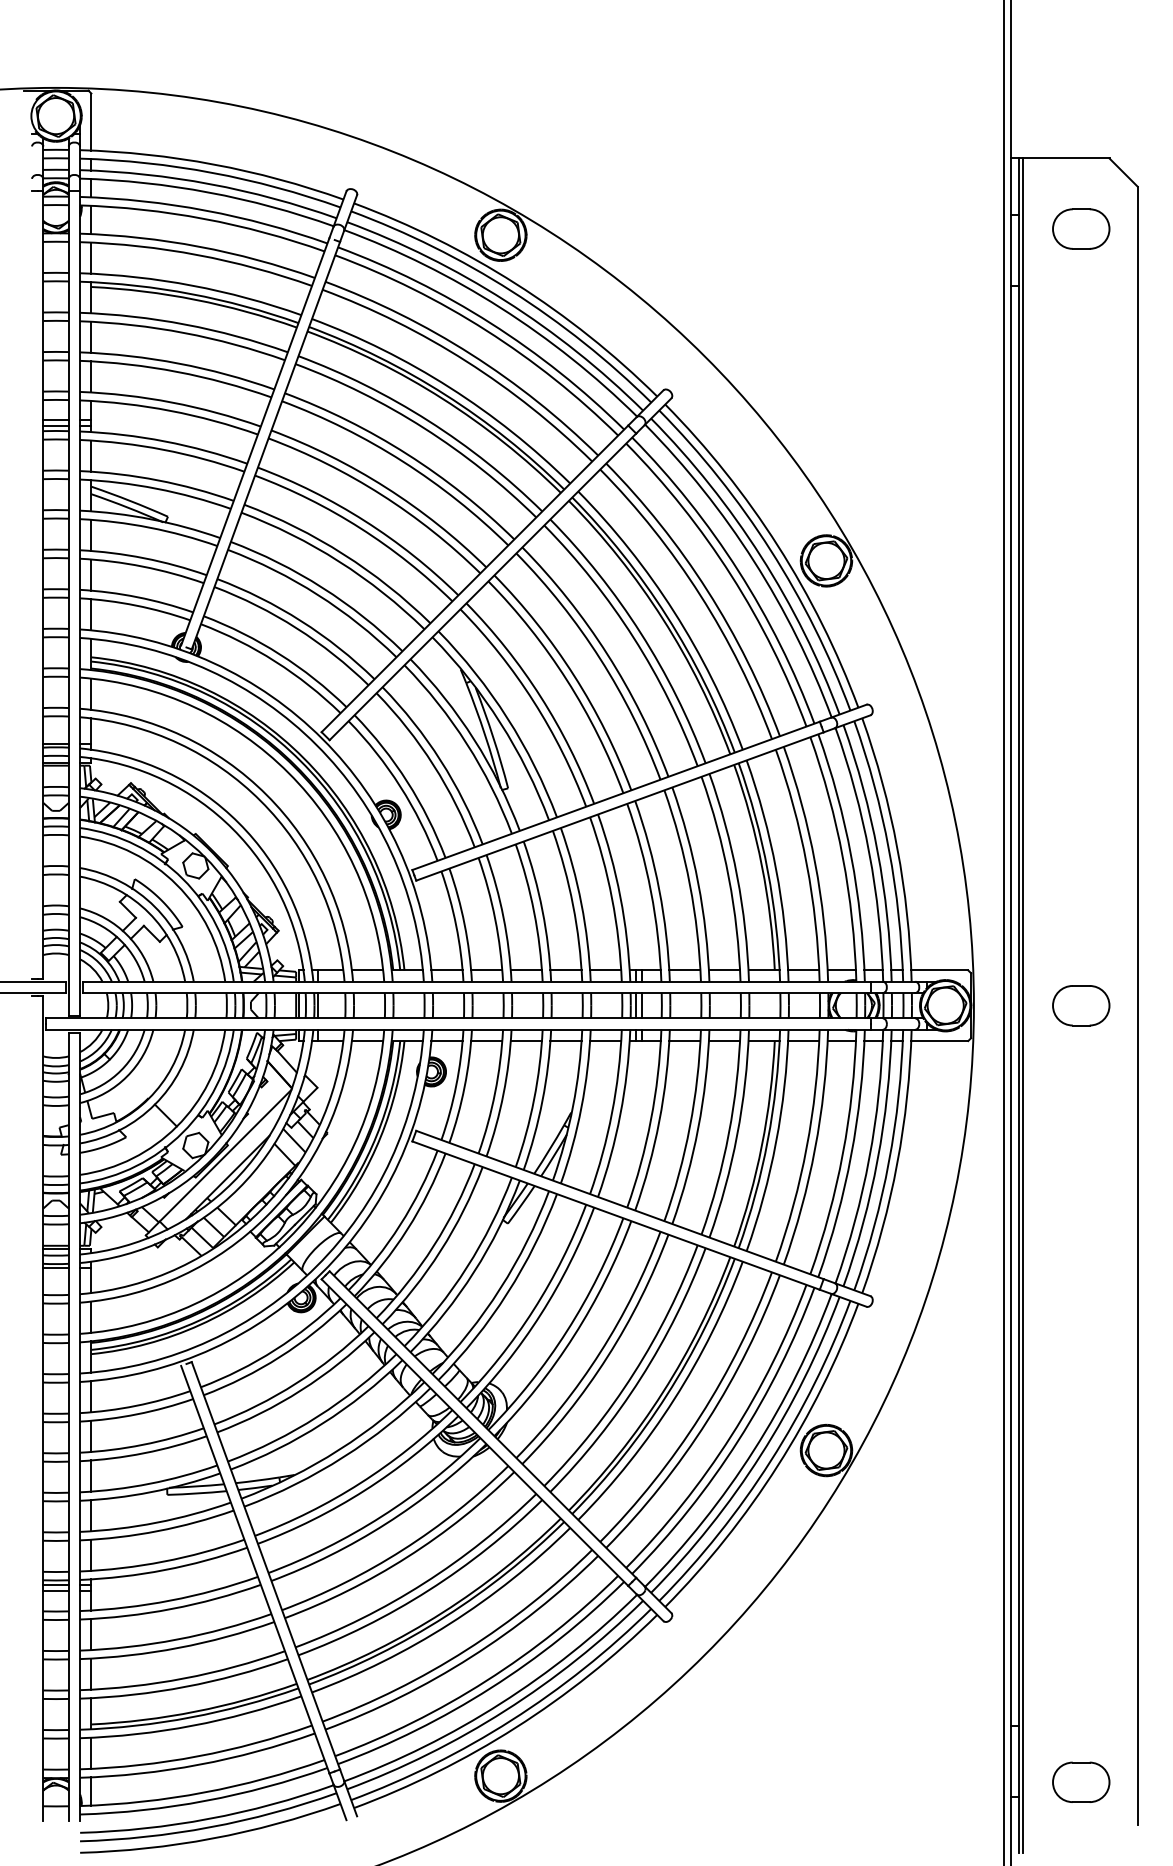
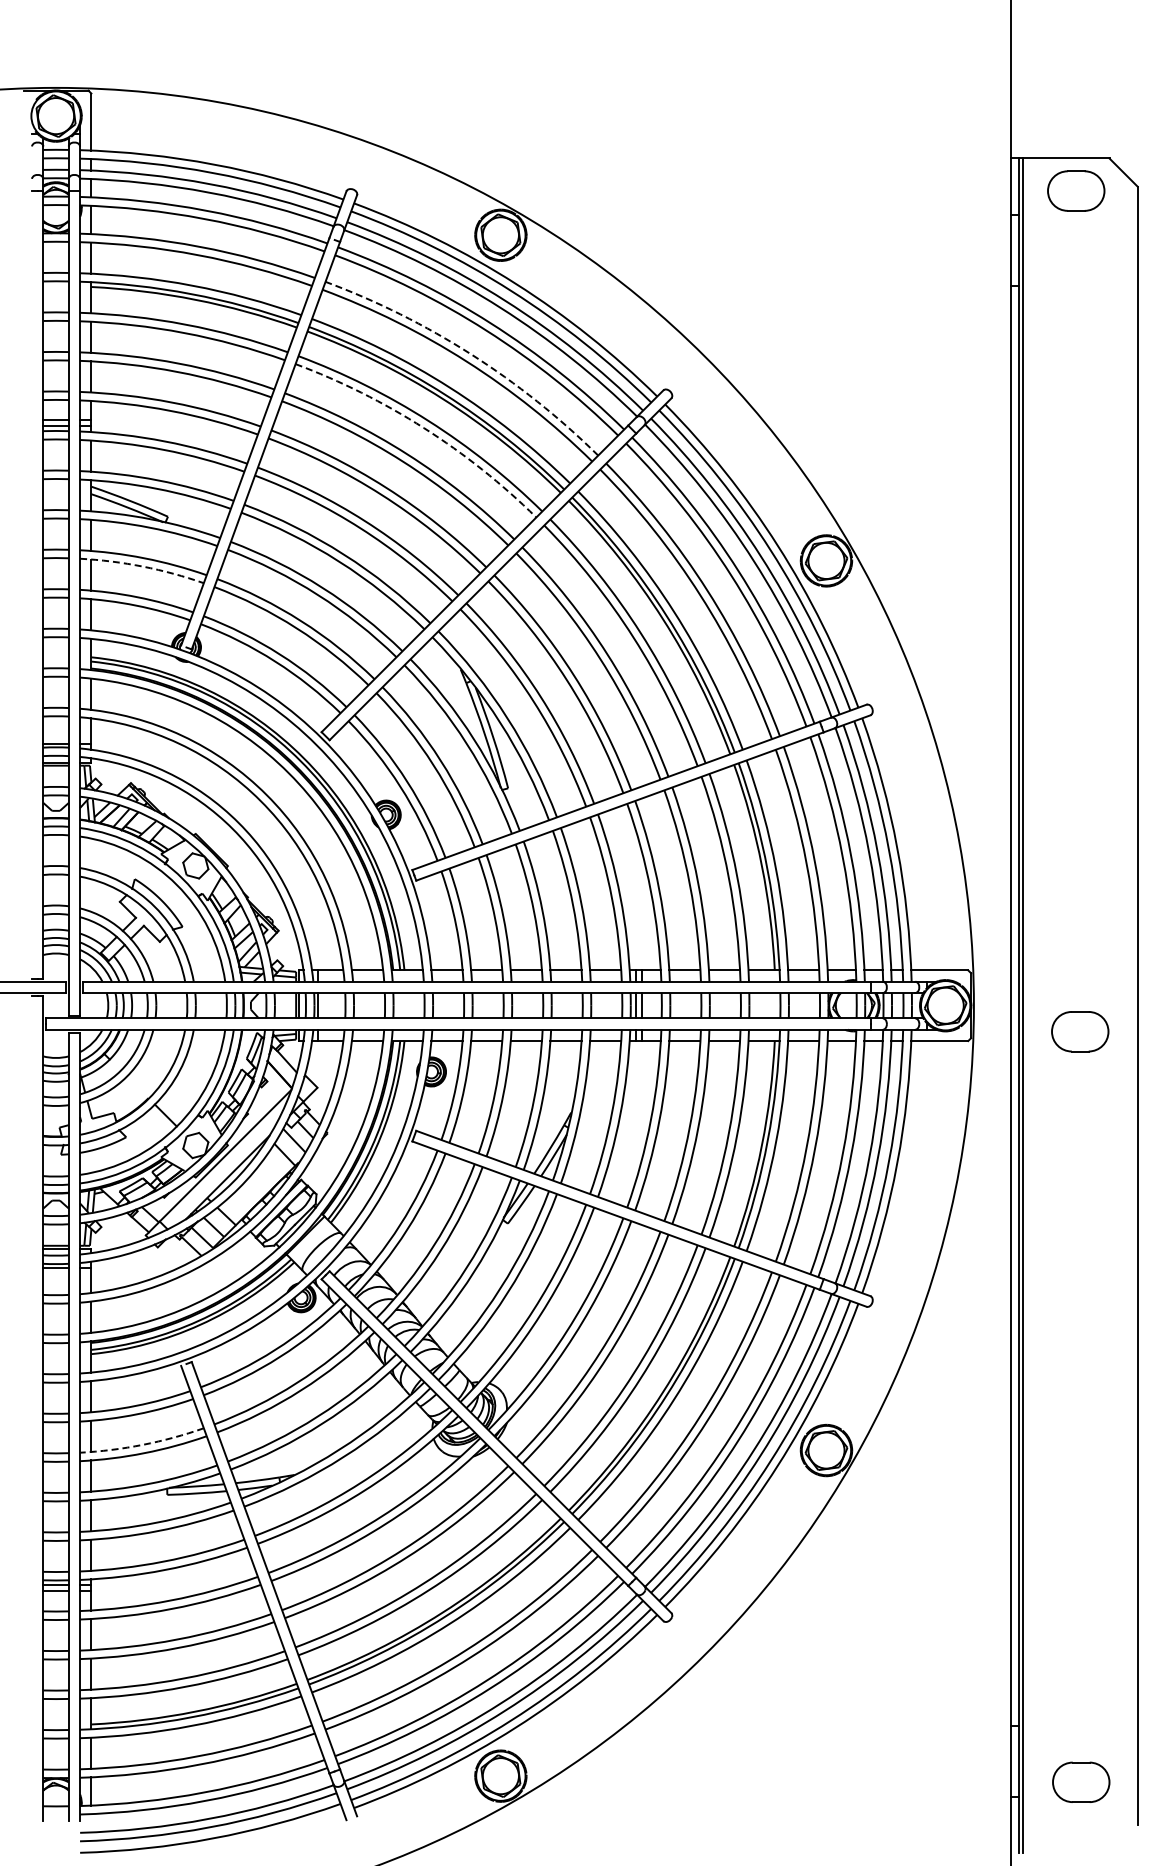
part at (1081, 228) position: (1081, 228) -> (1076, 190)
arc at (471, 354): solid -> dashed
arc at (424, 428): solid -> dashed
arc at (142, 566): solid -> dashed
line at (1004, 932): present -> none
part at (1081, 1005) position: (1081, 1005) -> (1080, 1031)
arc at (142, 1444): solid -> dashed
